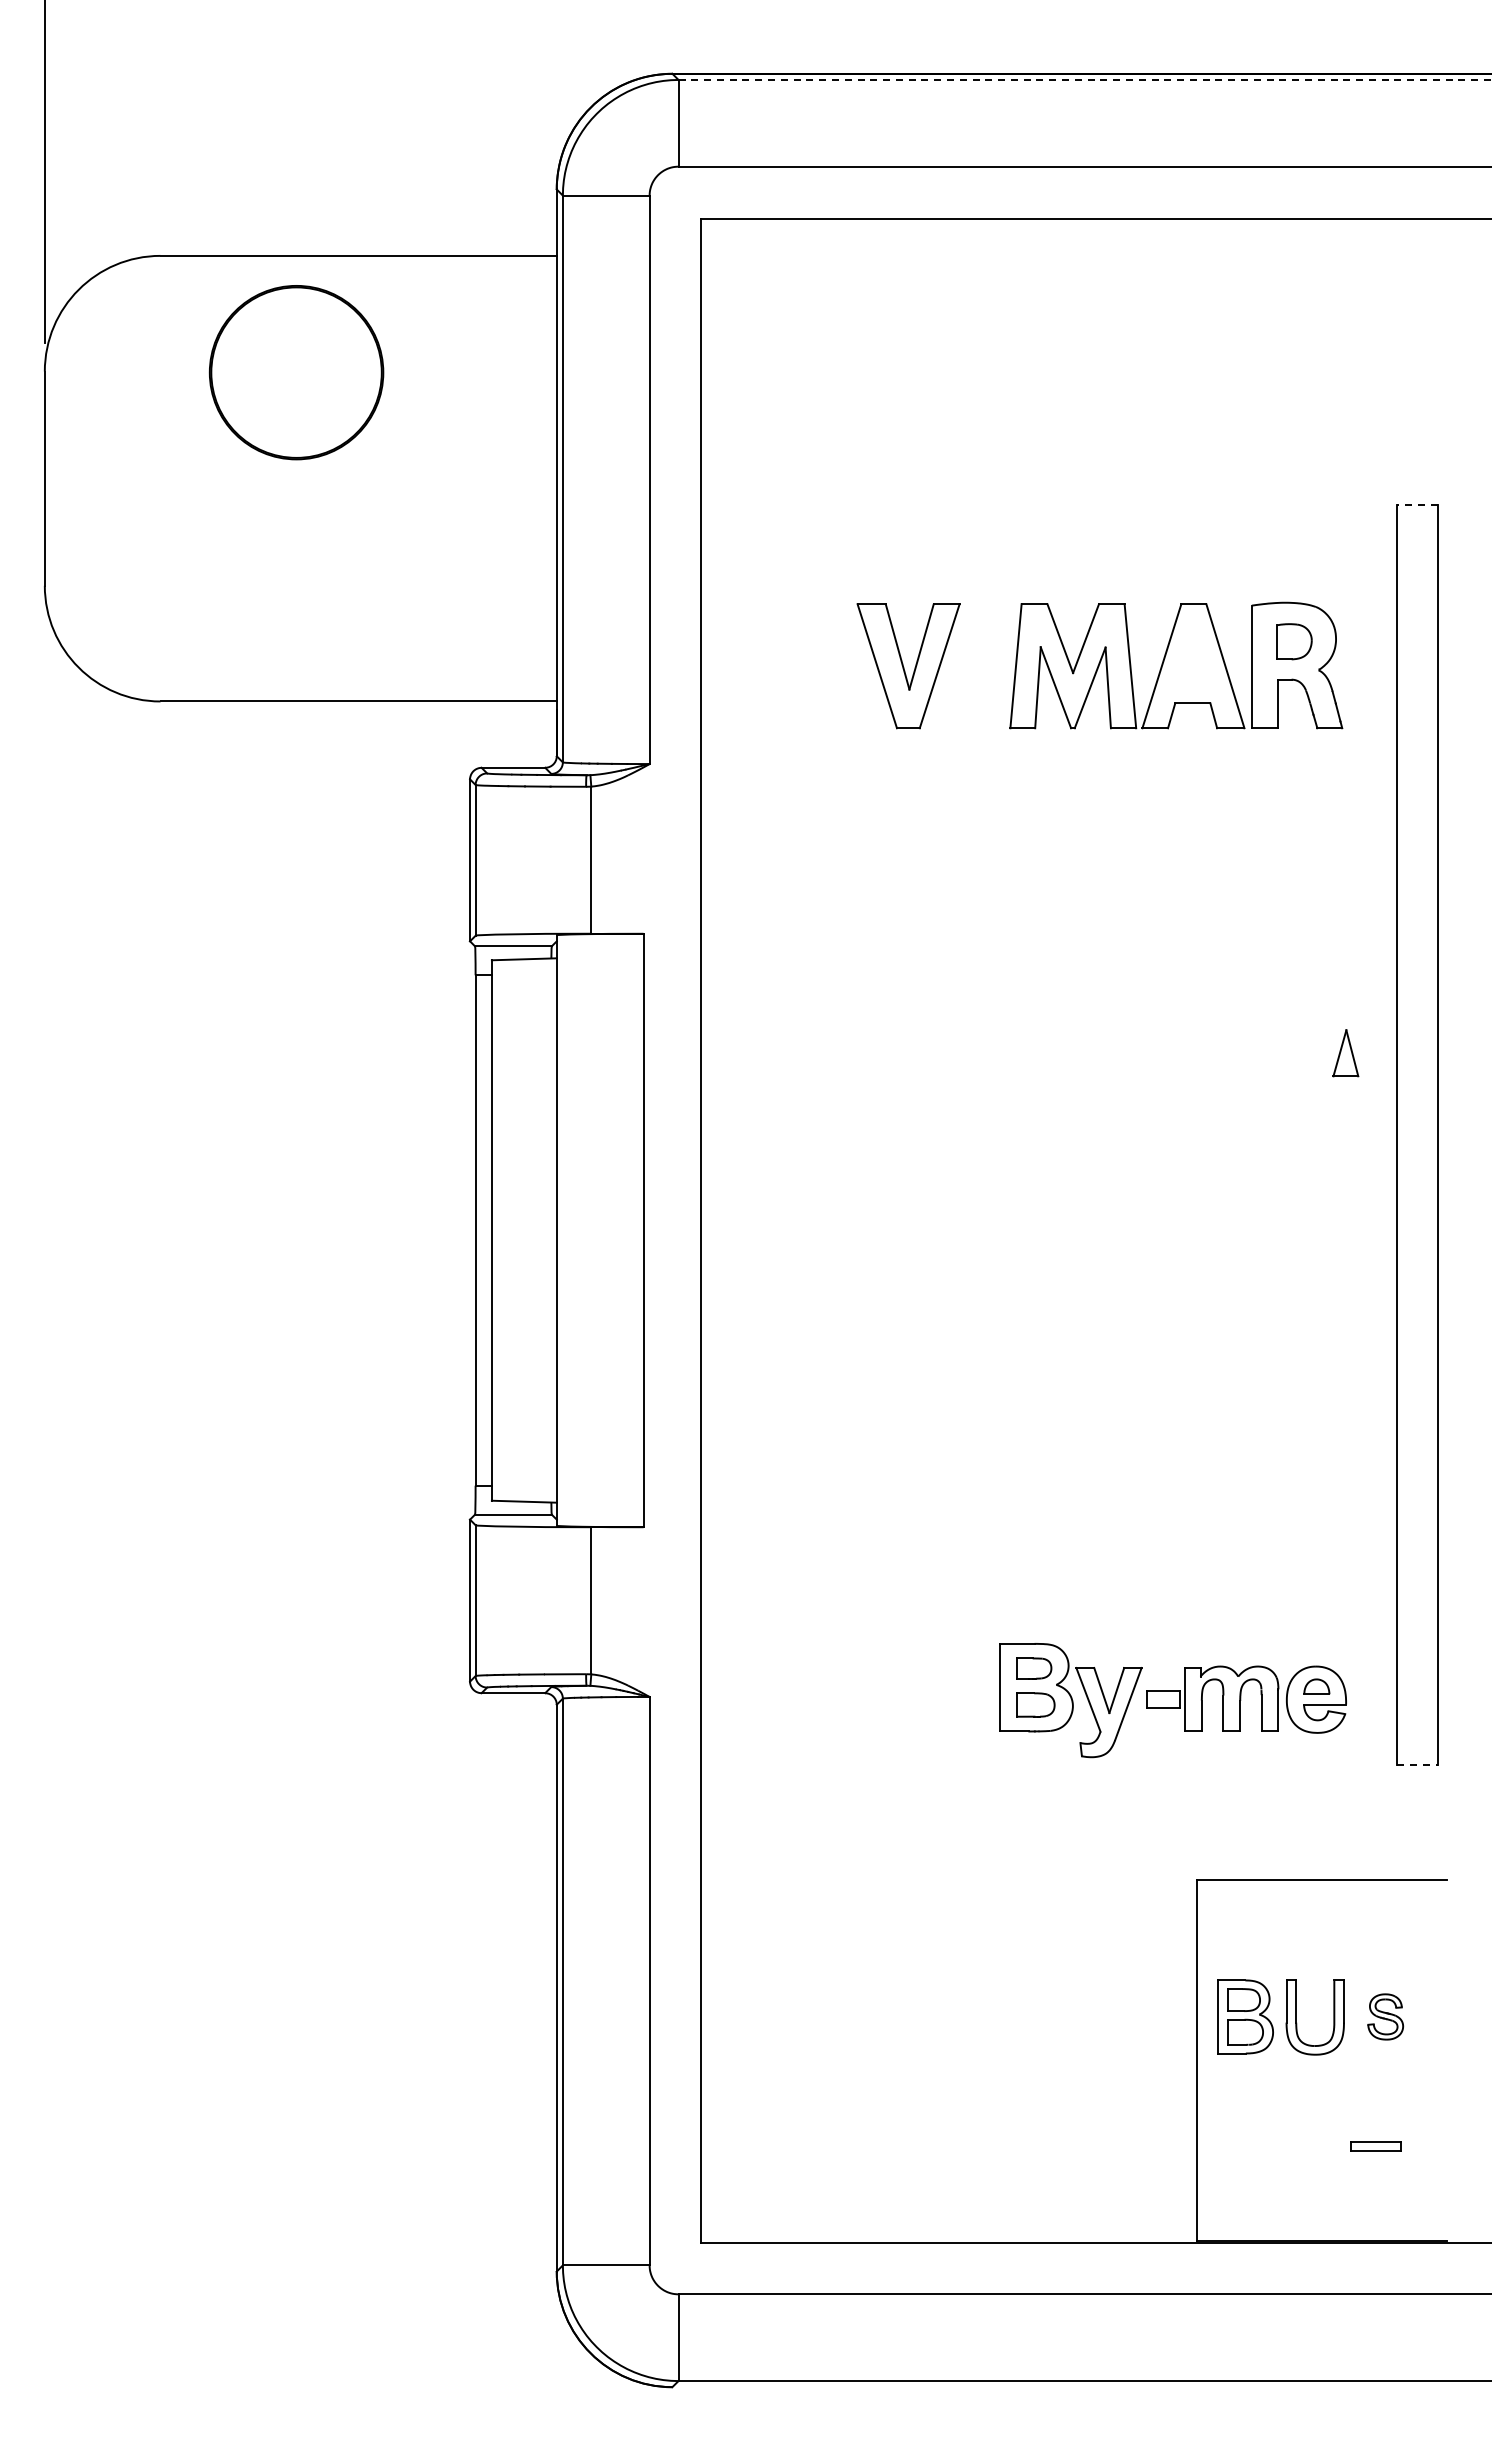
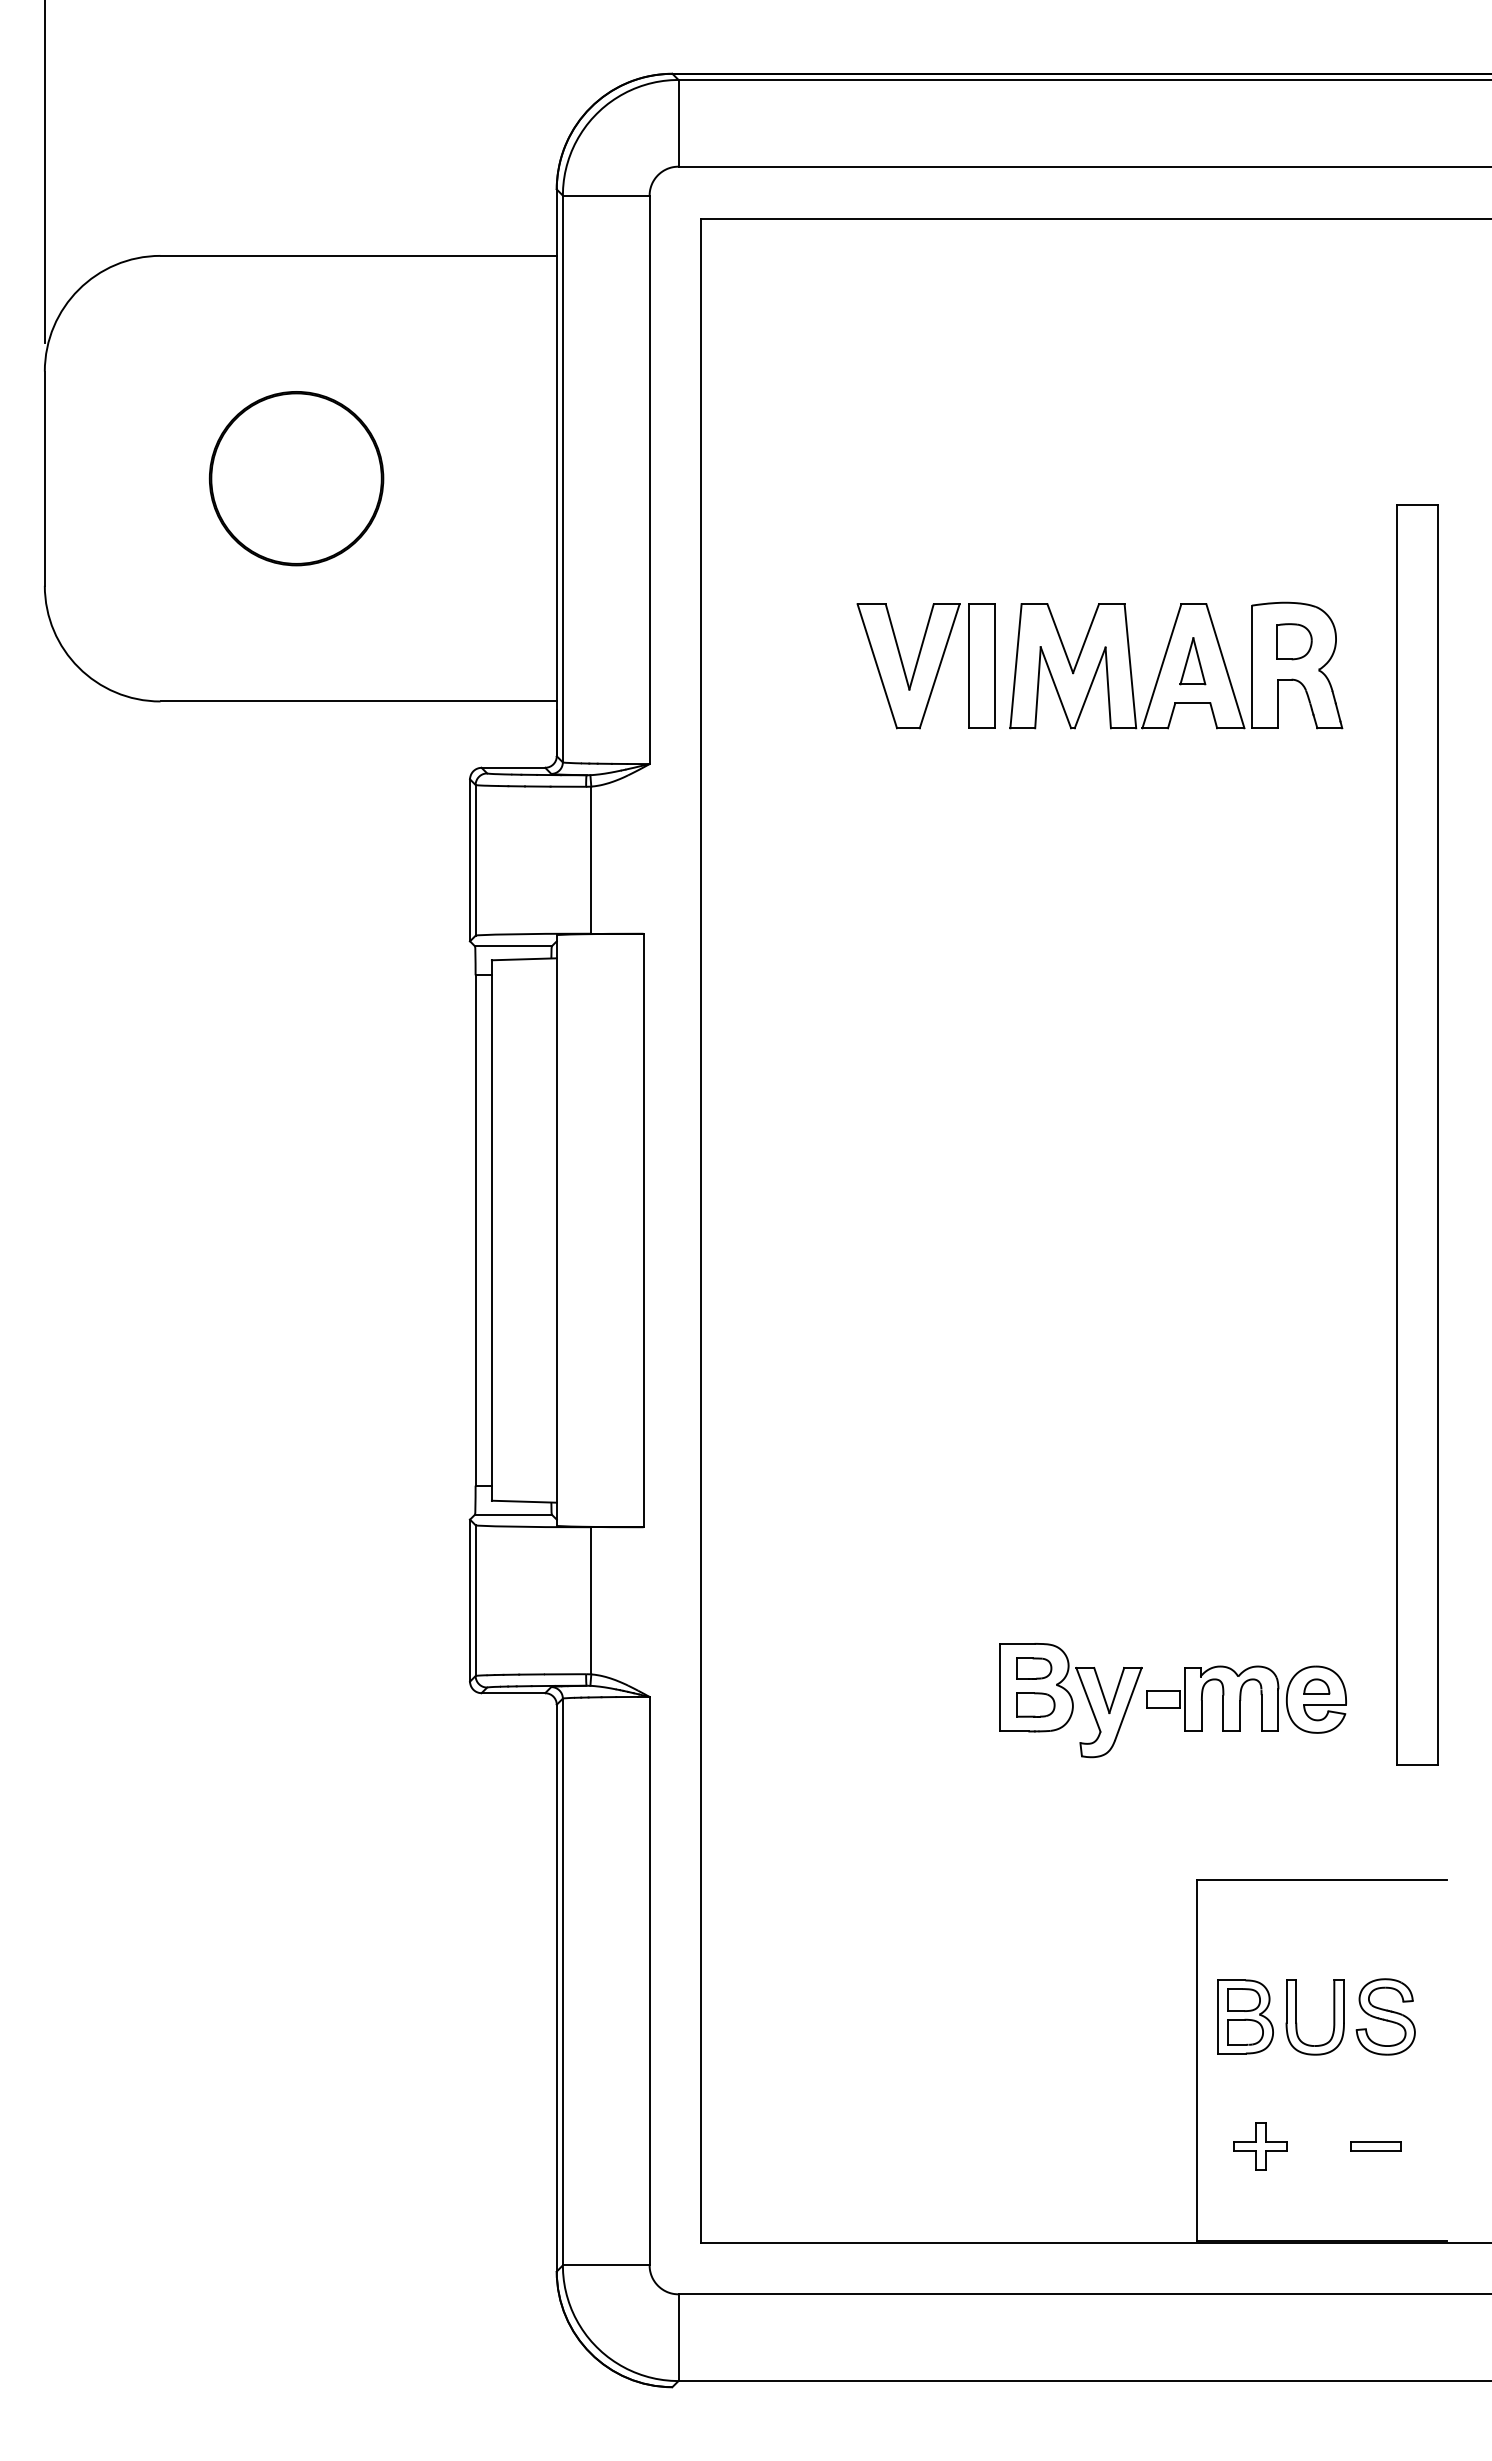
line at (1085, 79): dashed -> solid
part at (296, 372) position: (296, 372) -> (296, 478)
line at (1416, 504): dashed -> solid
part at (981, 665): none -> present
part at (1345, 1053) position: (1345, 1053) -> (1192, 661)
line at (1417, 1764): dashed -> solid
part at (1385, 2016) size: 38x48 px -> 61x78 px
part at (1260, 2146): none -> present
